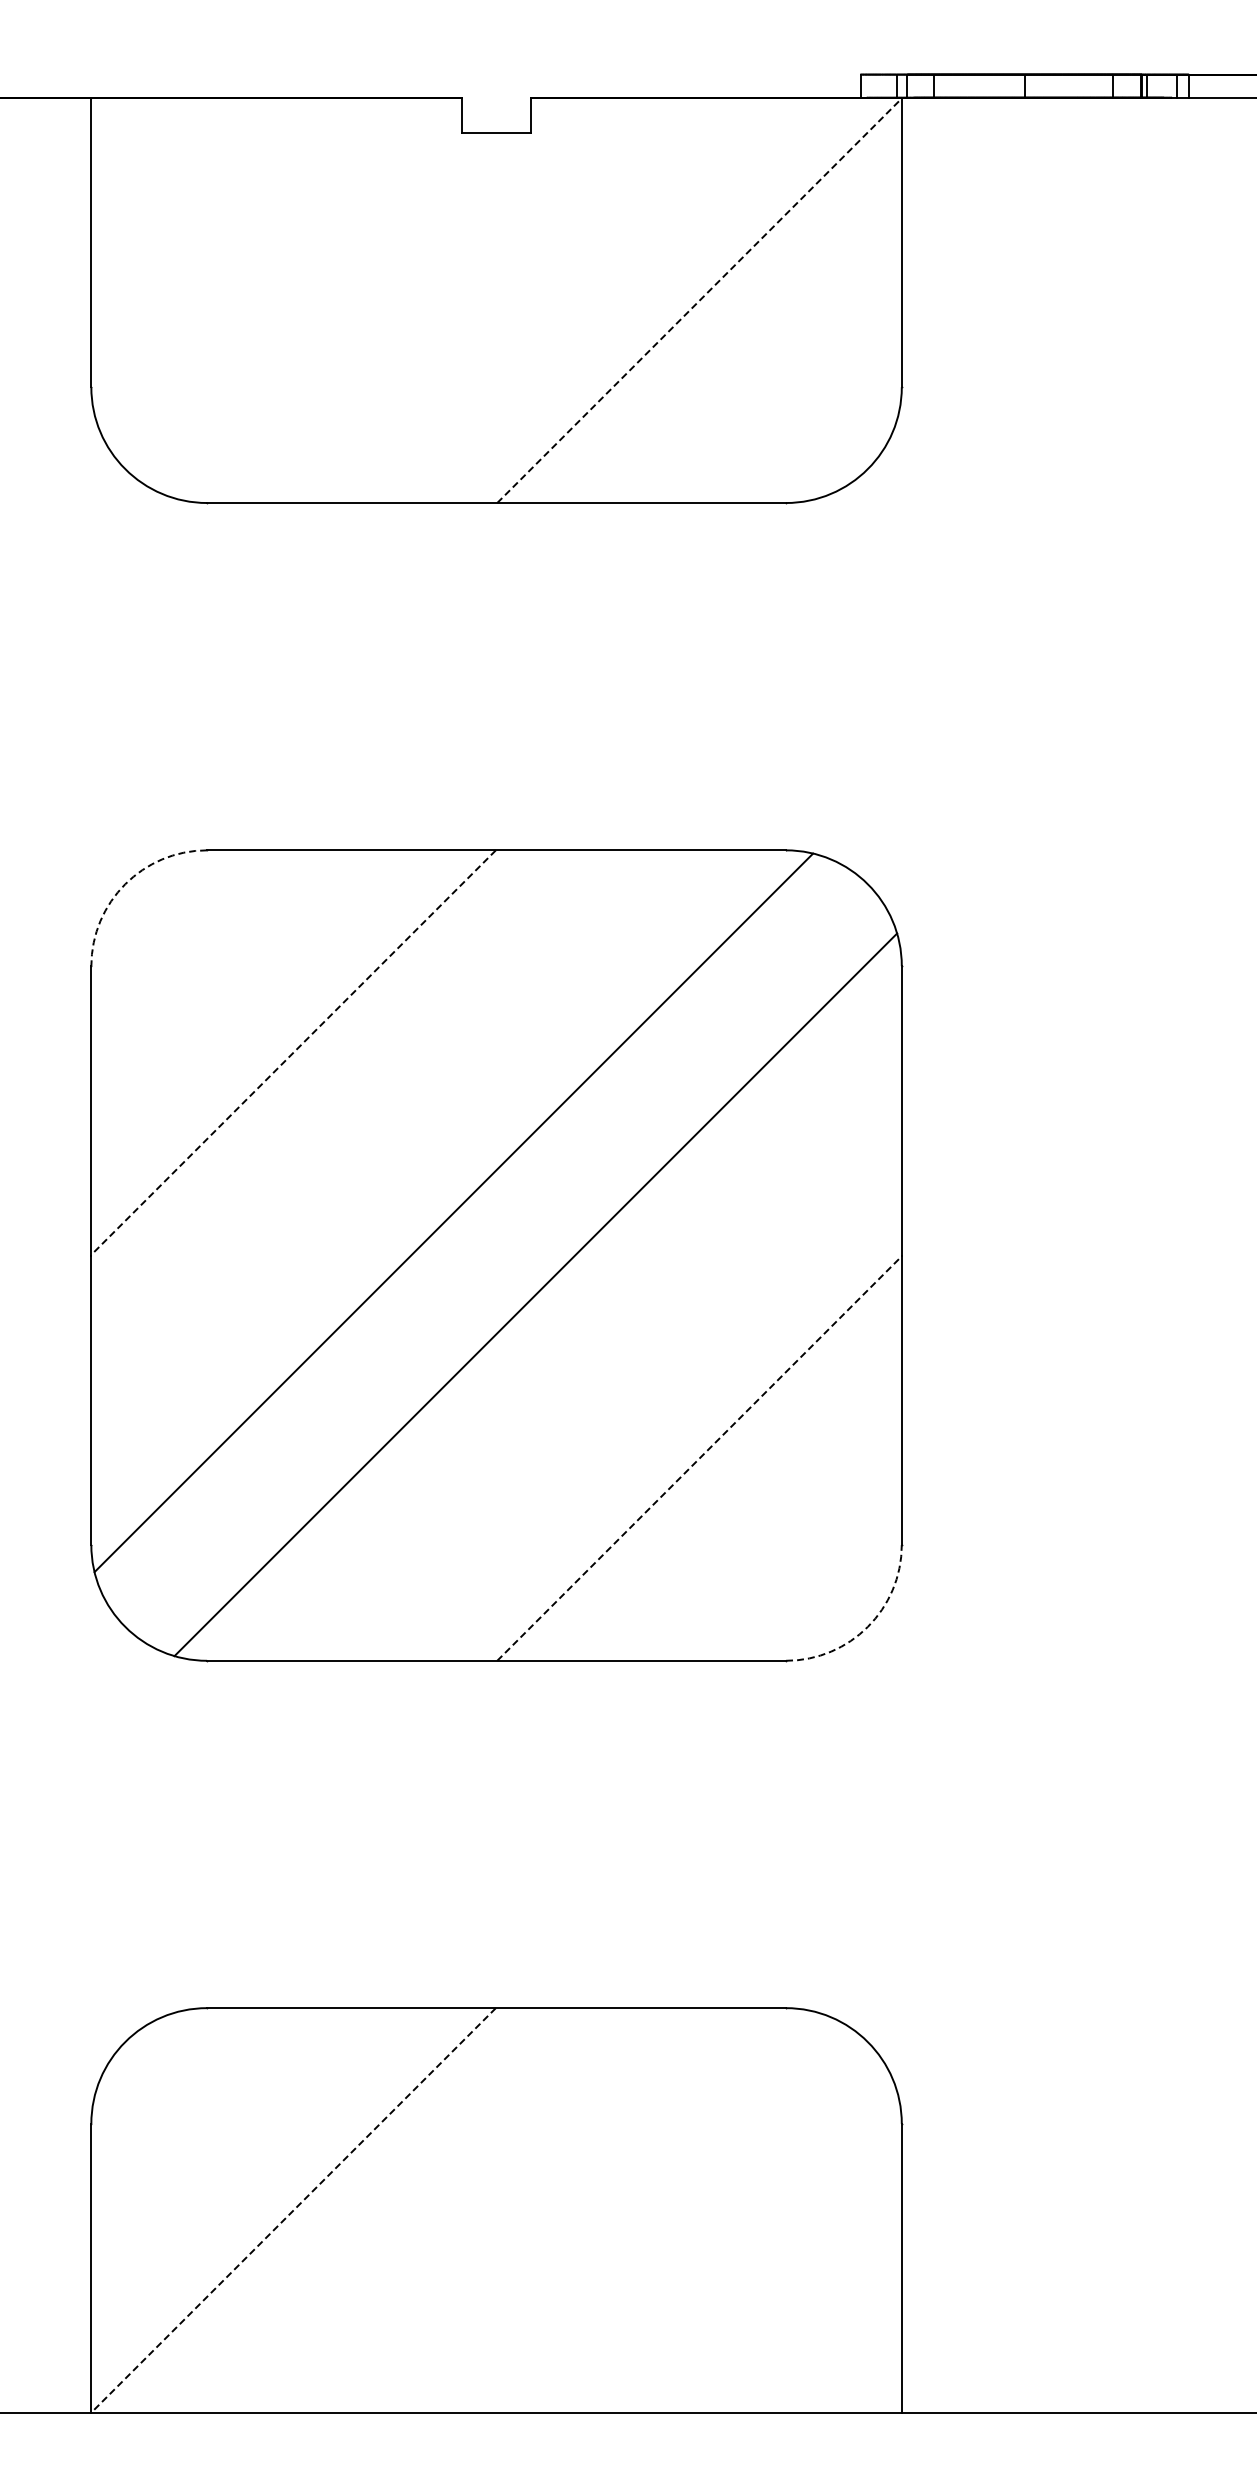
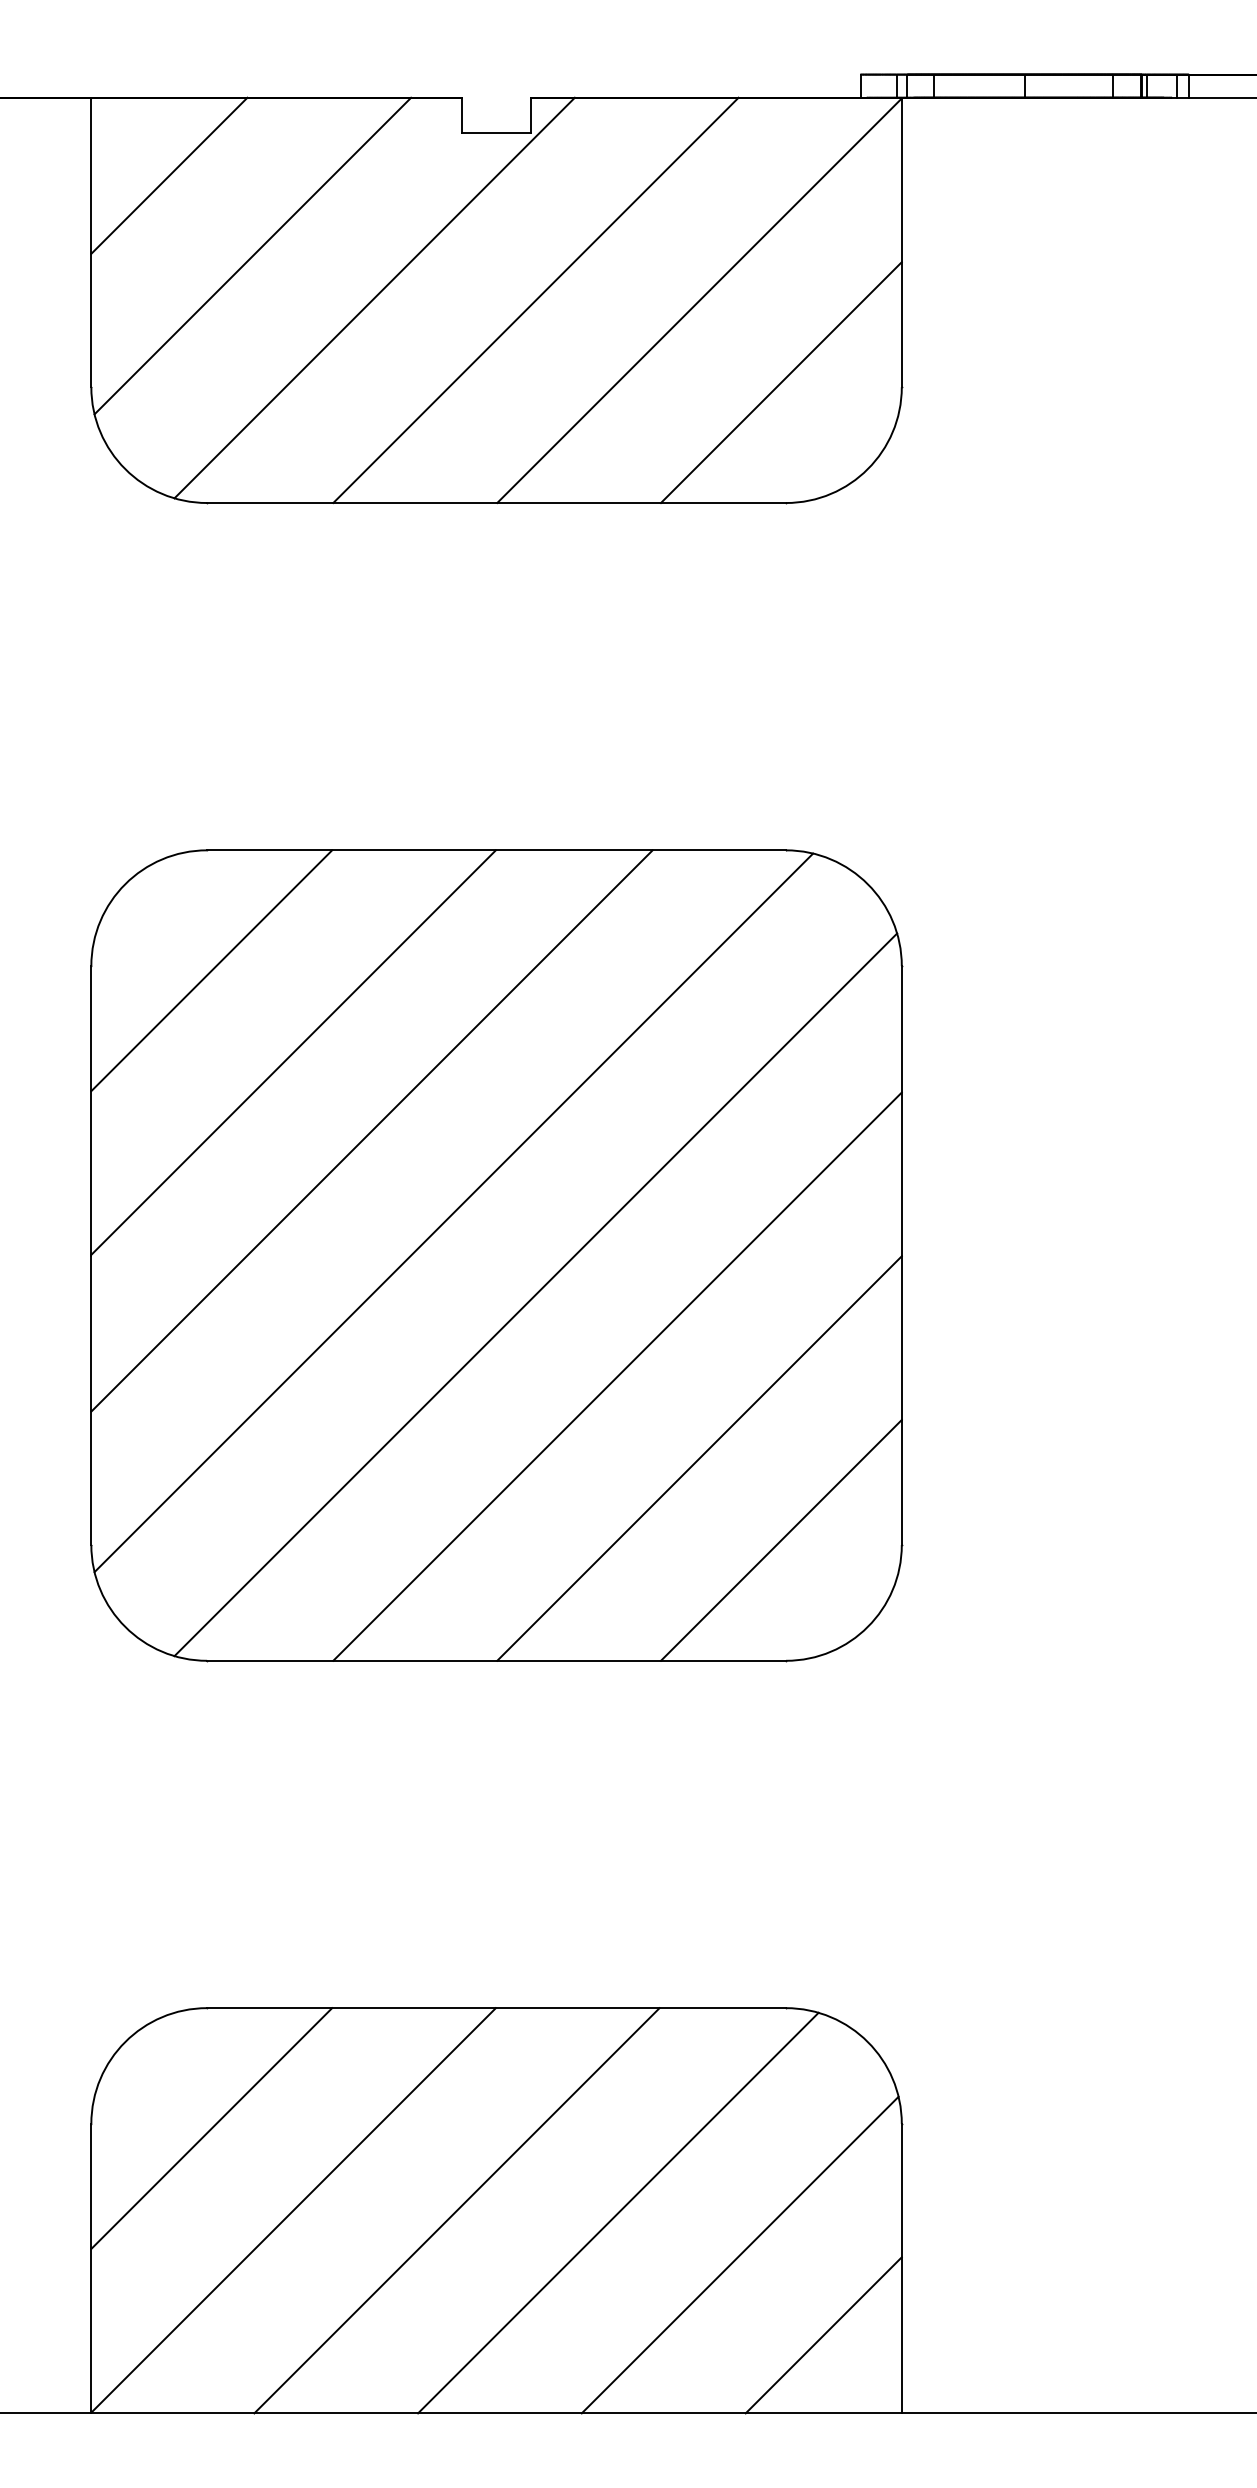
line at (169, 175): none -> present
line at (252, 255): none -> present
line at (374, 297): none -> present
line at (535, 300): none -> present
line at (699, 300): dashed -> solid
line at (780, 382): none -> present
arc at (125, 884): dashed -> solid
line at (211, 970): none -> present
line at (293, 1052): dashed -> solid
line at (371, 1130): none -> present
line at (617, 1376): none -> present
line at (699, 1458): dashed -> solid
line at (780, 1539): none -> present
arc at (867, 1626): dashed -> solid
line at (211, 2128): none -> present
line at (293, 2210): dashed -> solid
line at (456, 2210): none -> present
line at (618, 2212): none -> present
line at (739, 2254): none -> present
line at (823, 2335): none -> present
